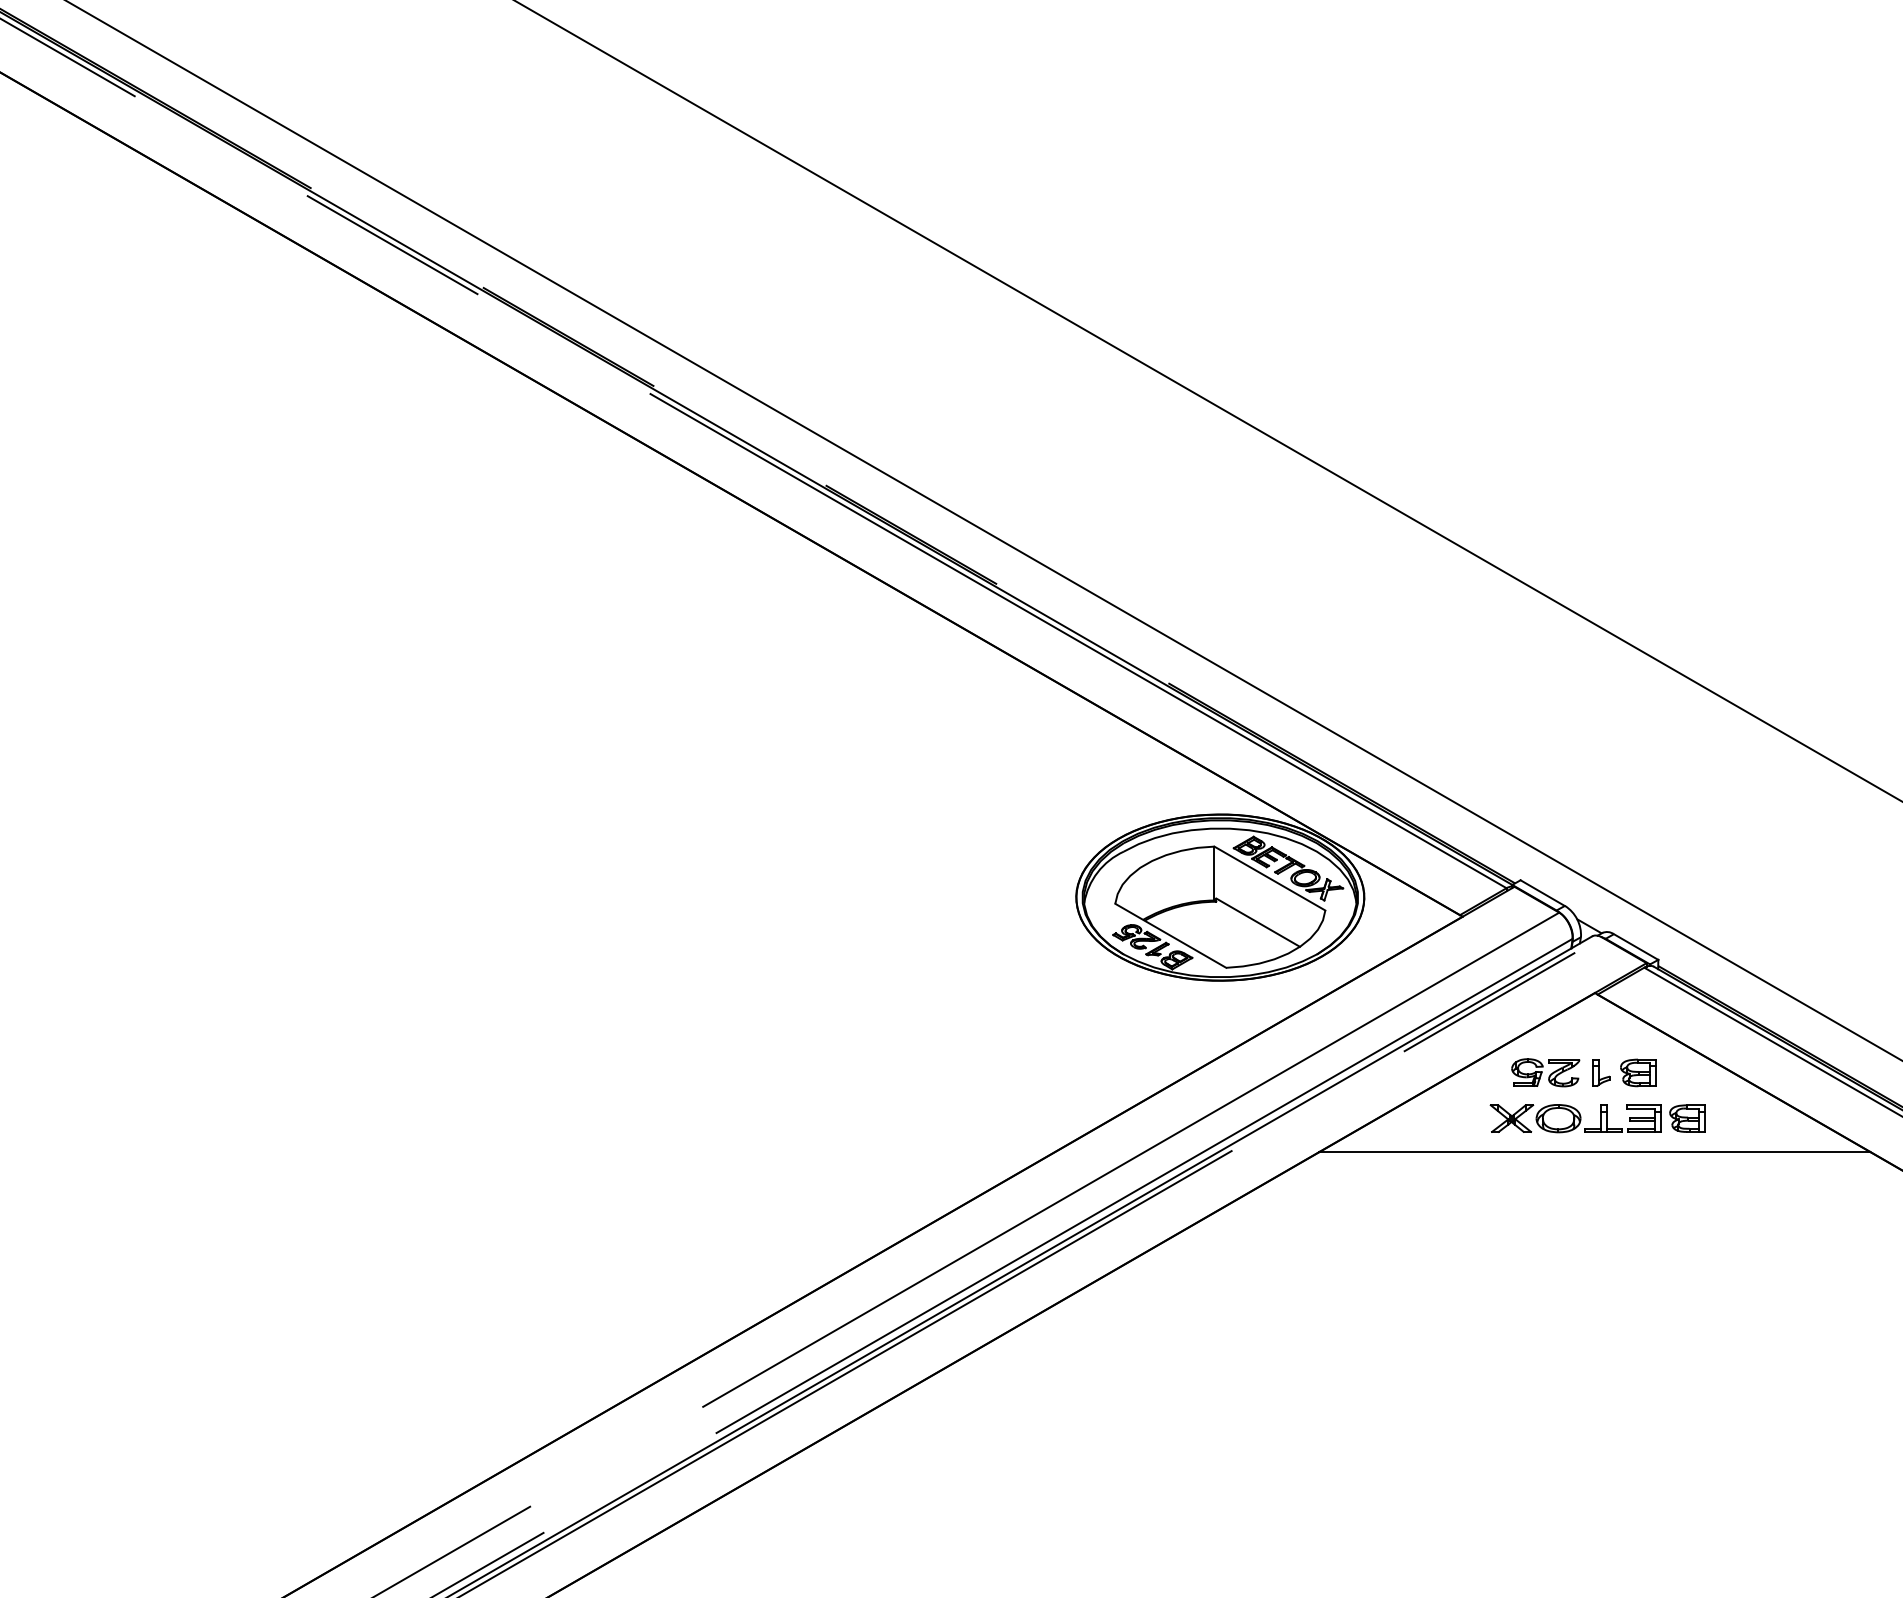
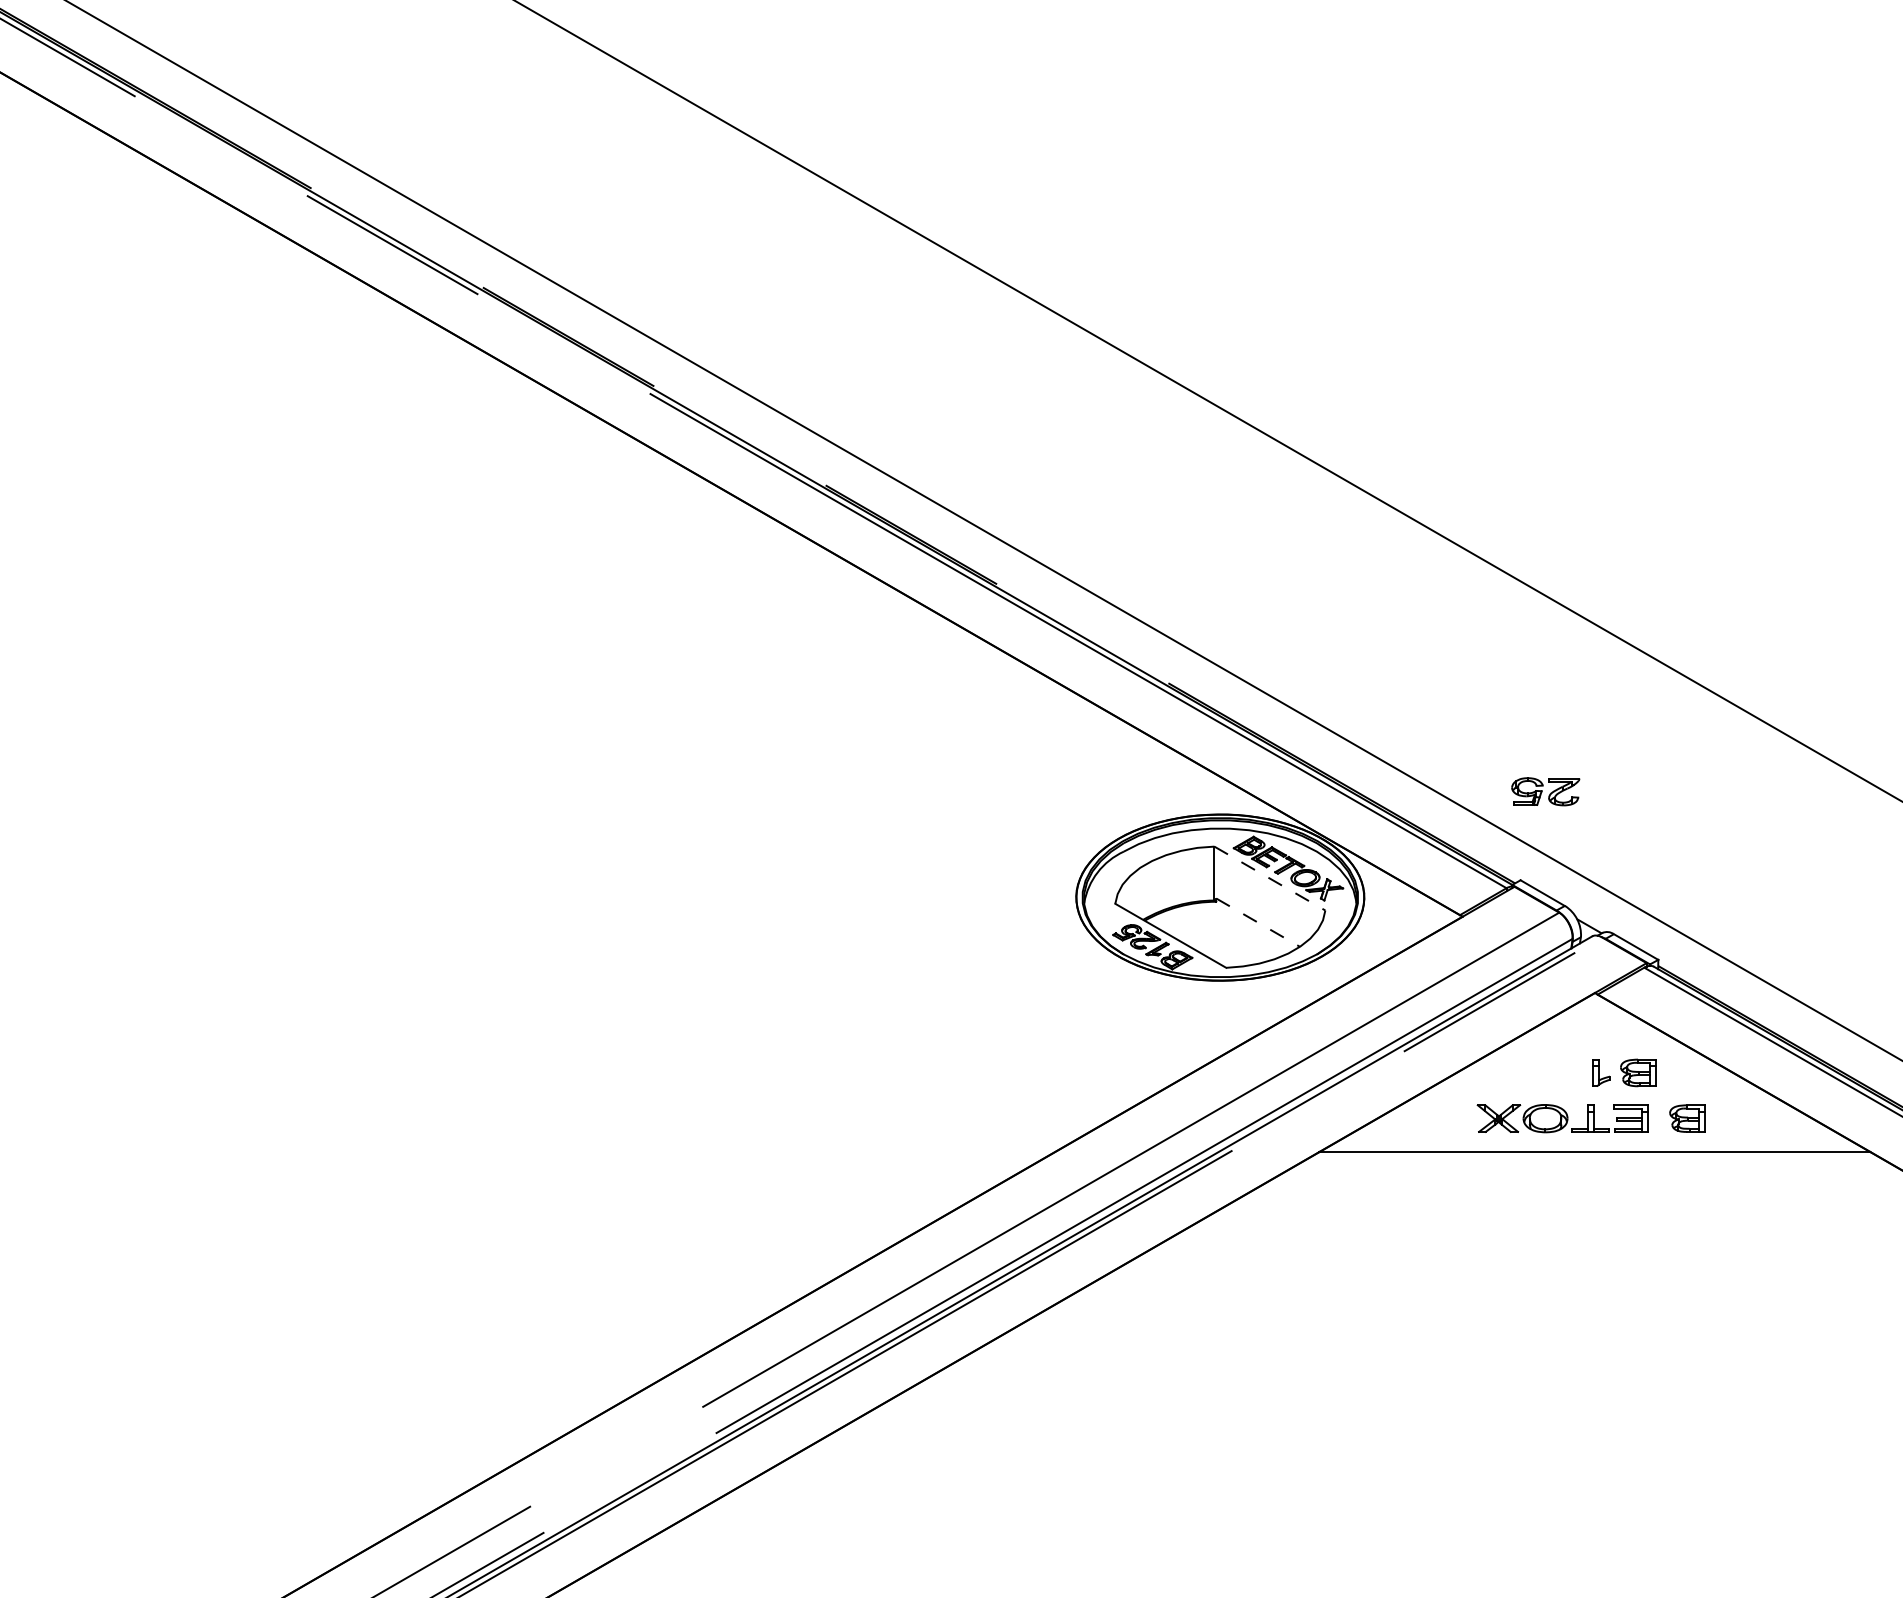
line at (1270, 878): solid -> dashed
line at (1258, 922): solid -> dashed
part at (1545, 1072) position: (1545, 1072) -> (1545, 791)
part at (1575, 1118) position: (1575, 1118) -> (1562, 1118)
